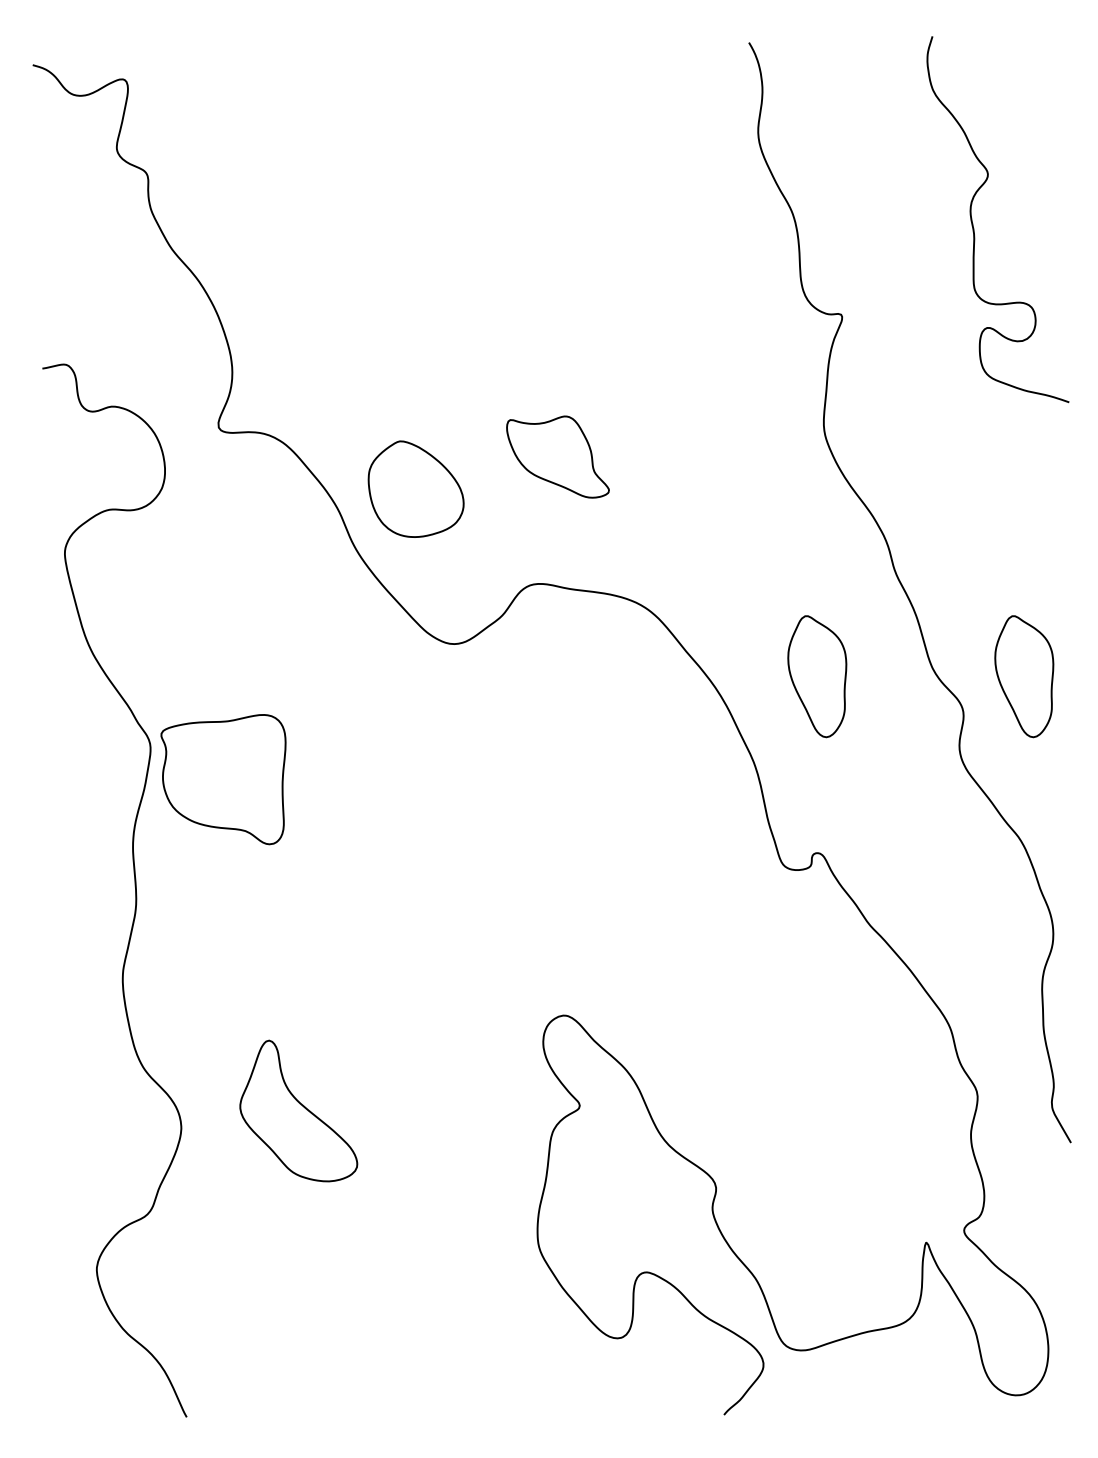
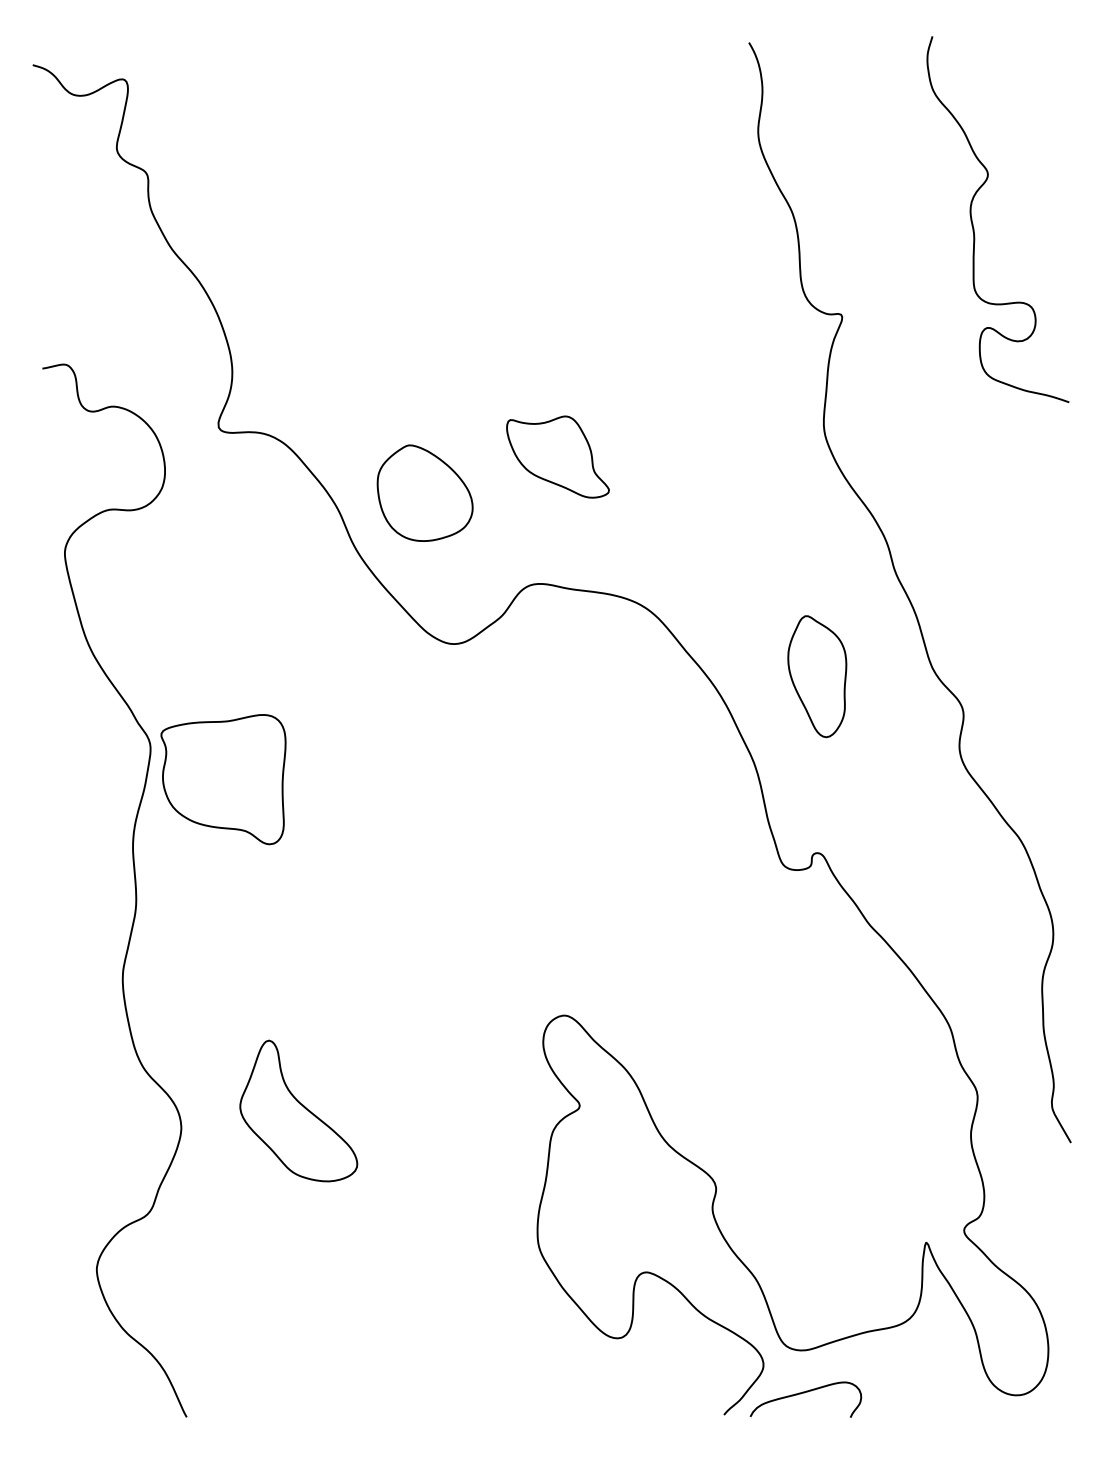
part at (415, 488) position: (415, 488) -> (424, 492)
part at (1024, 676): present -> none
curve at (804, 1393): none -> present
